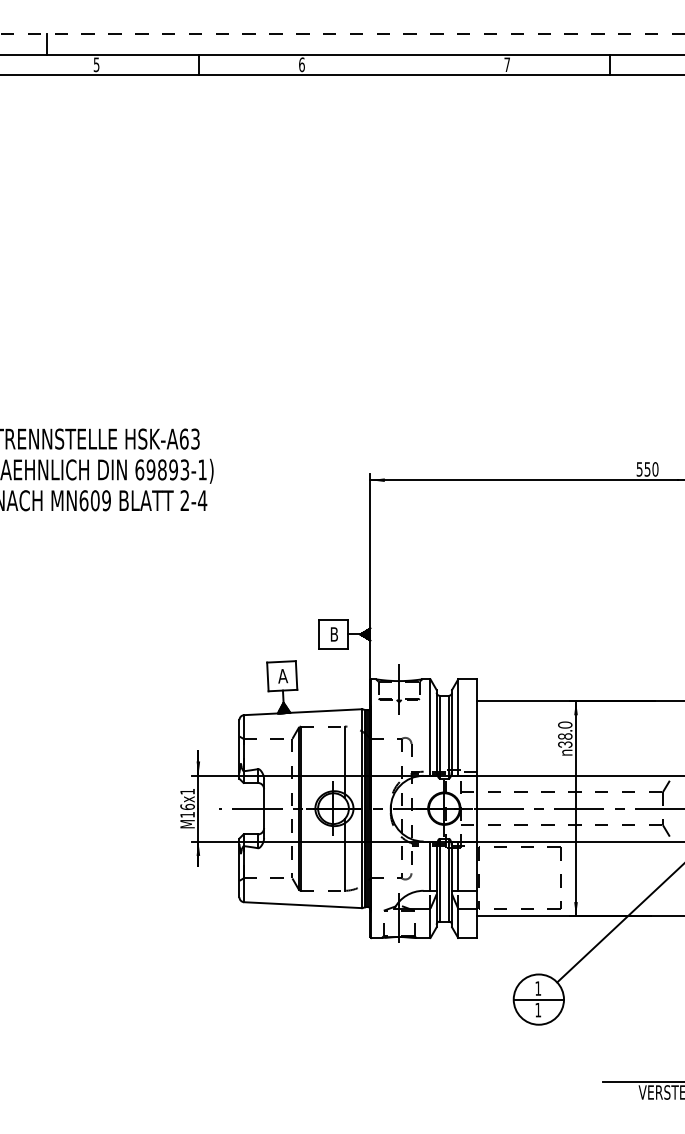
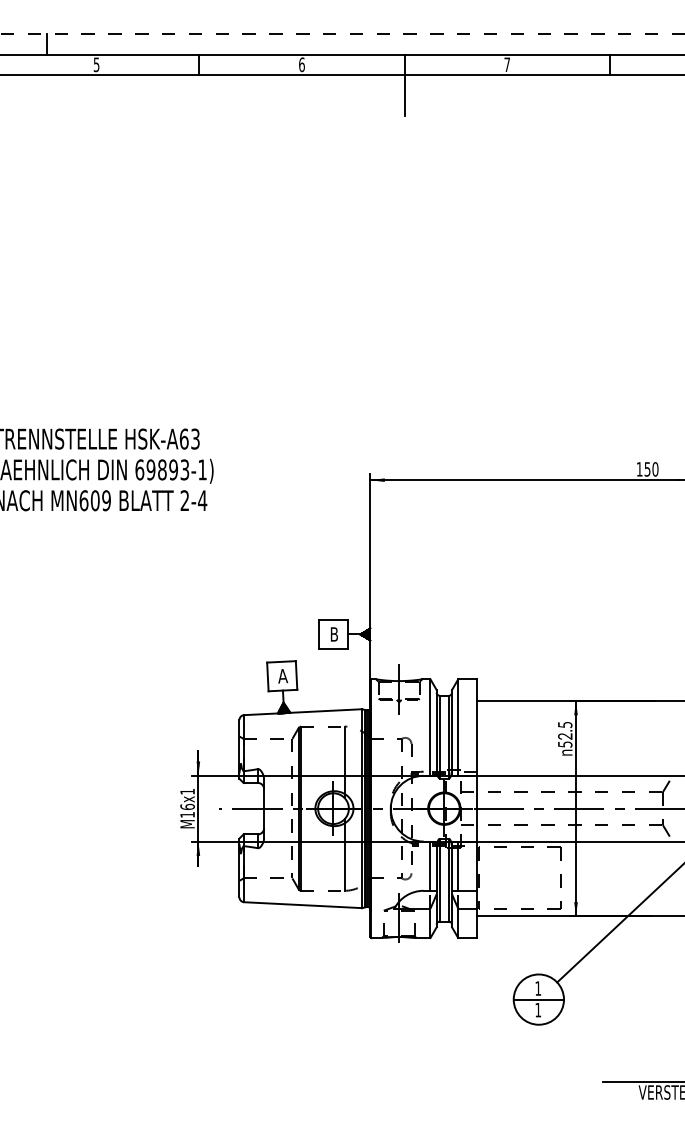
line at (404, 85): none -> present
text at (639, 469): 550 -> 150
text at (565, 734): 38.0 -> 52.5
